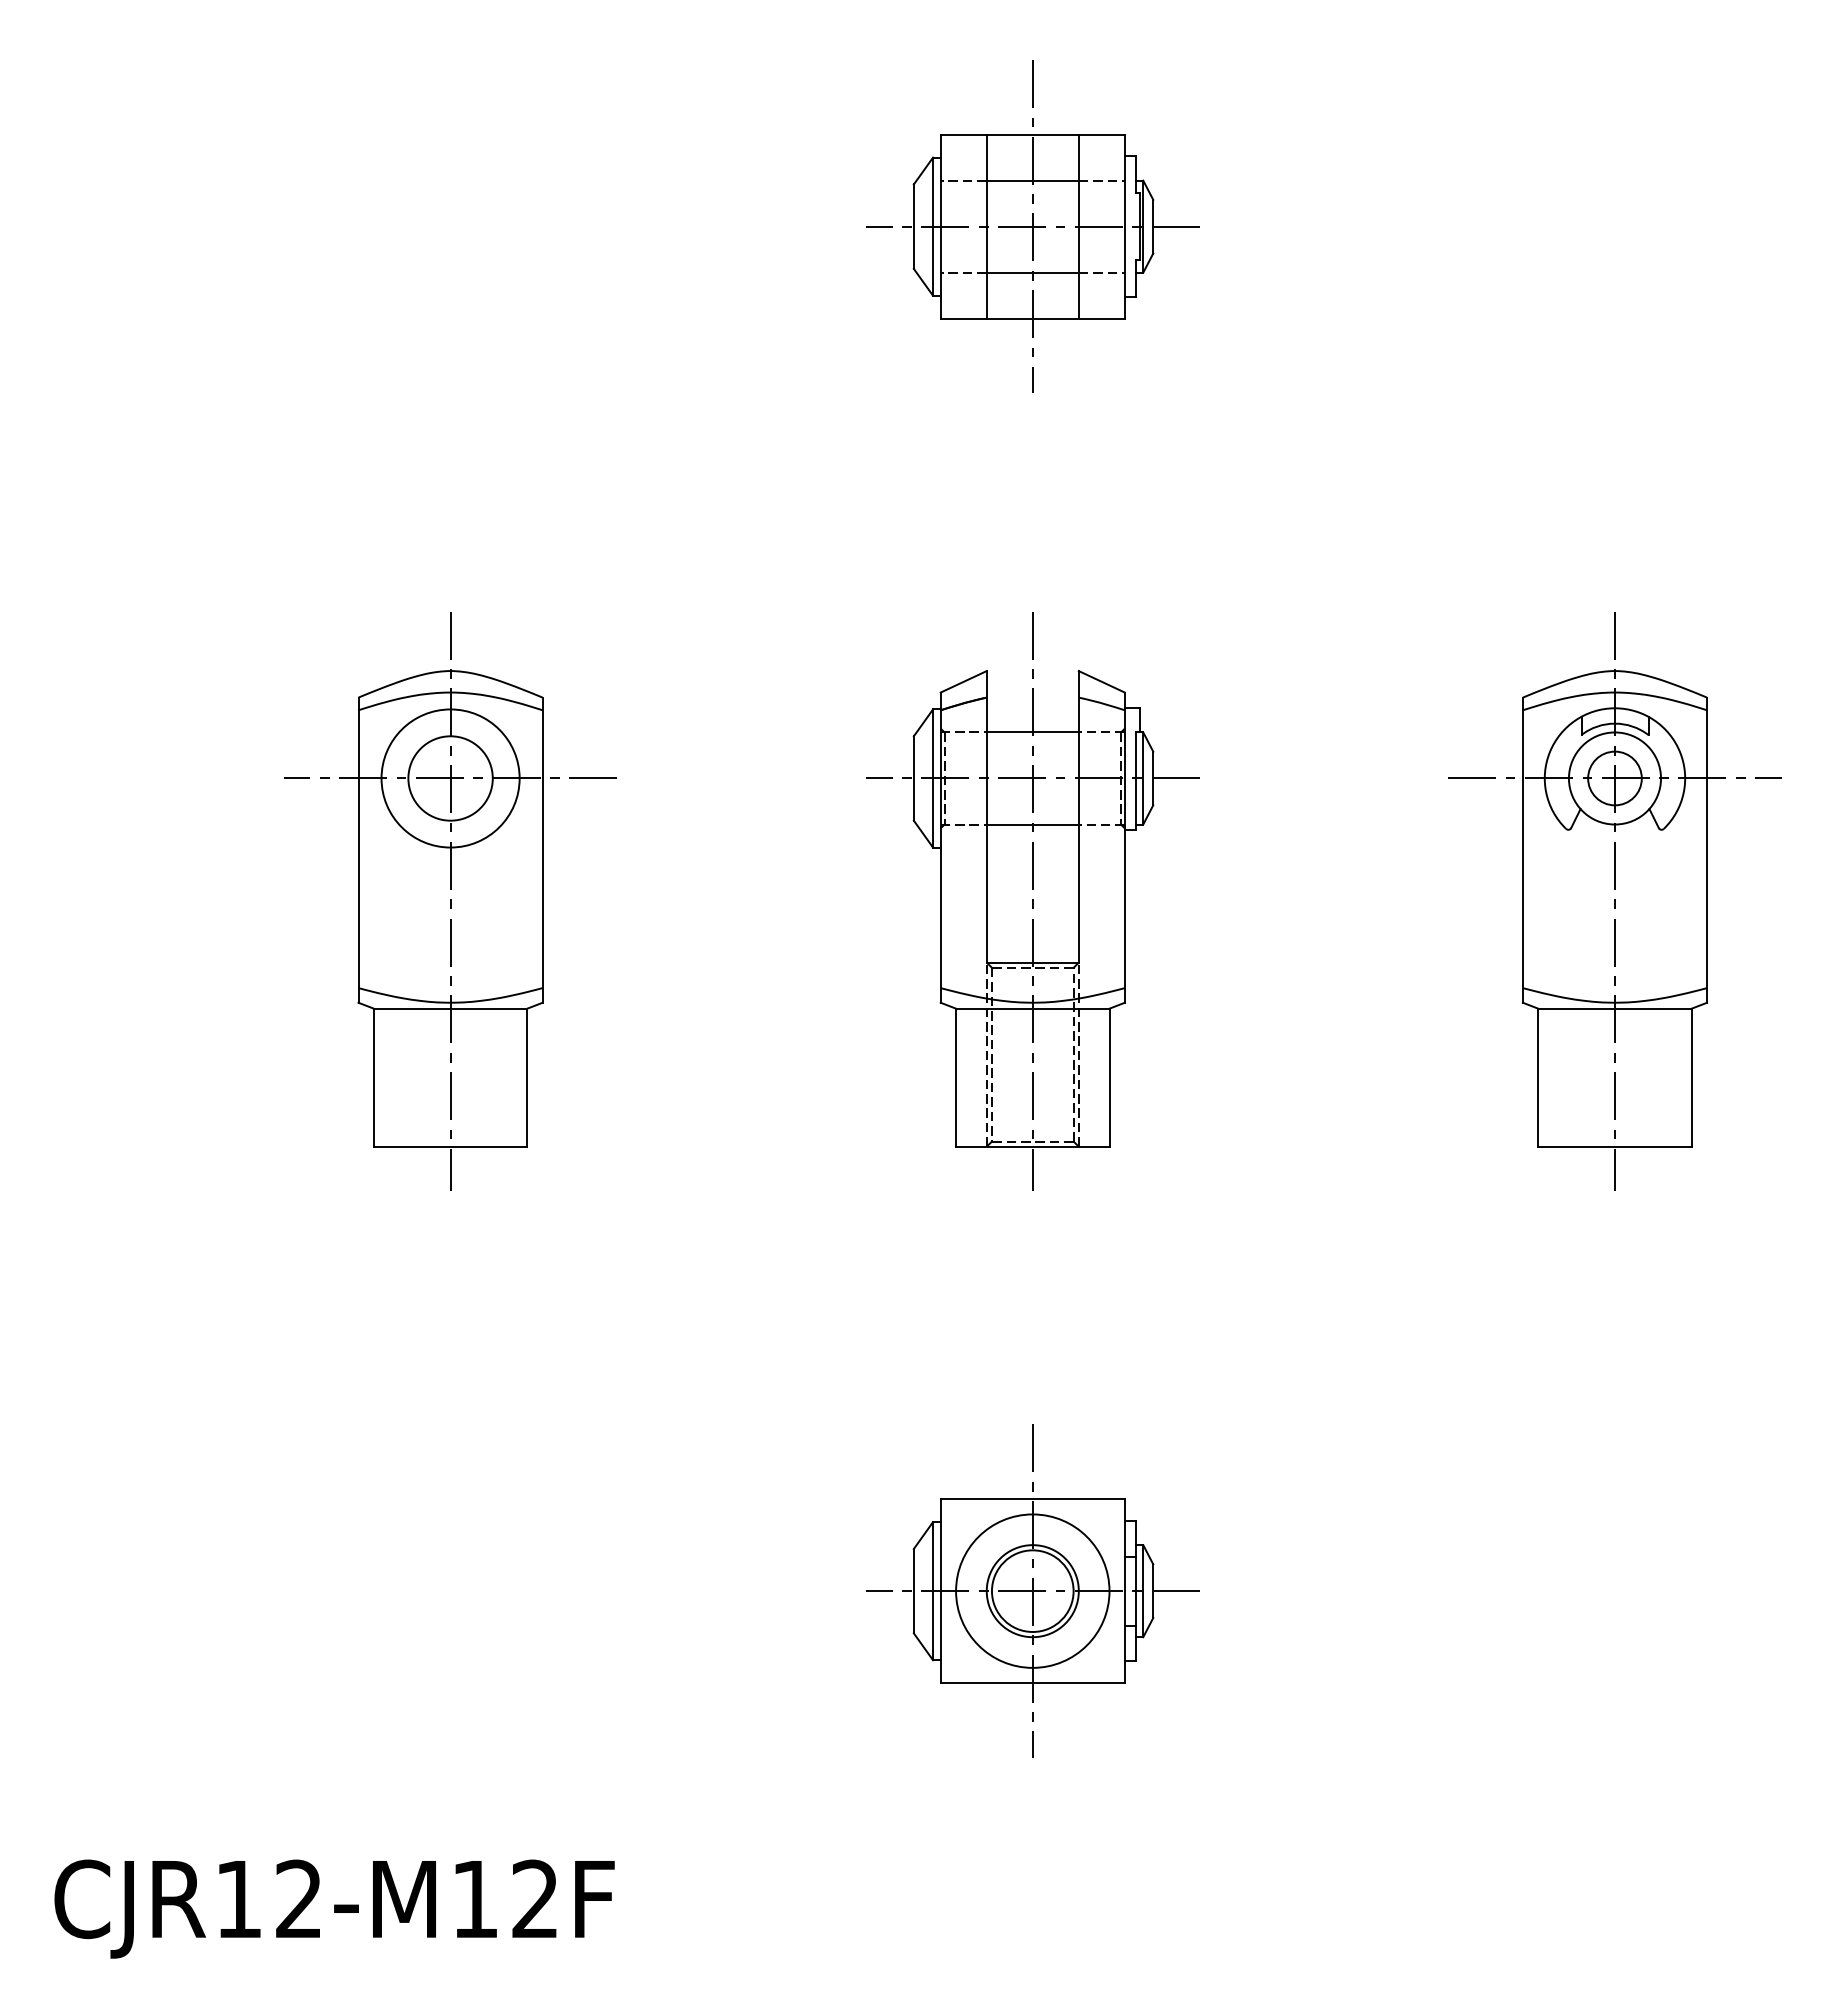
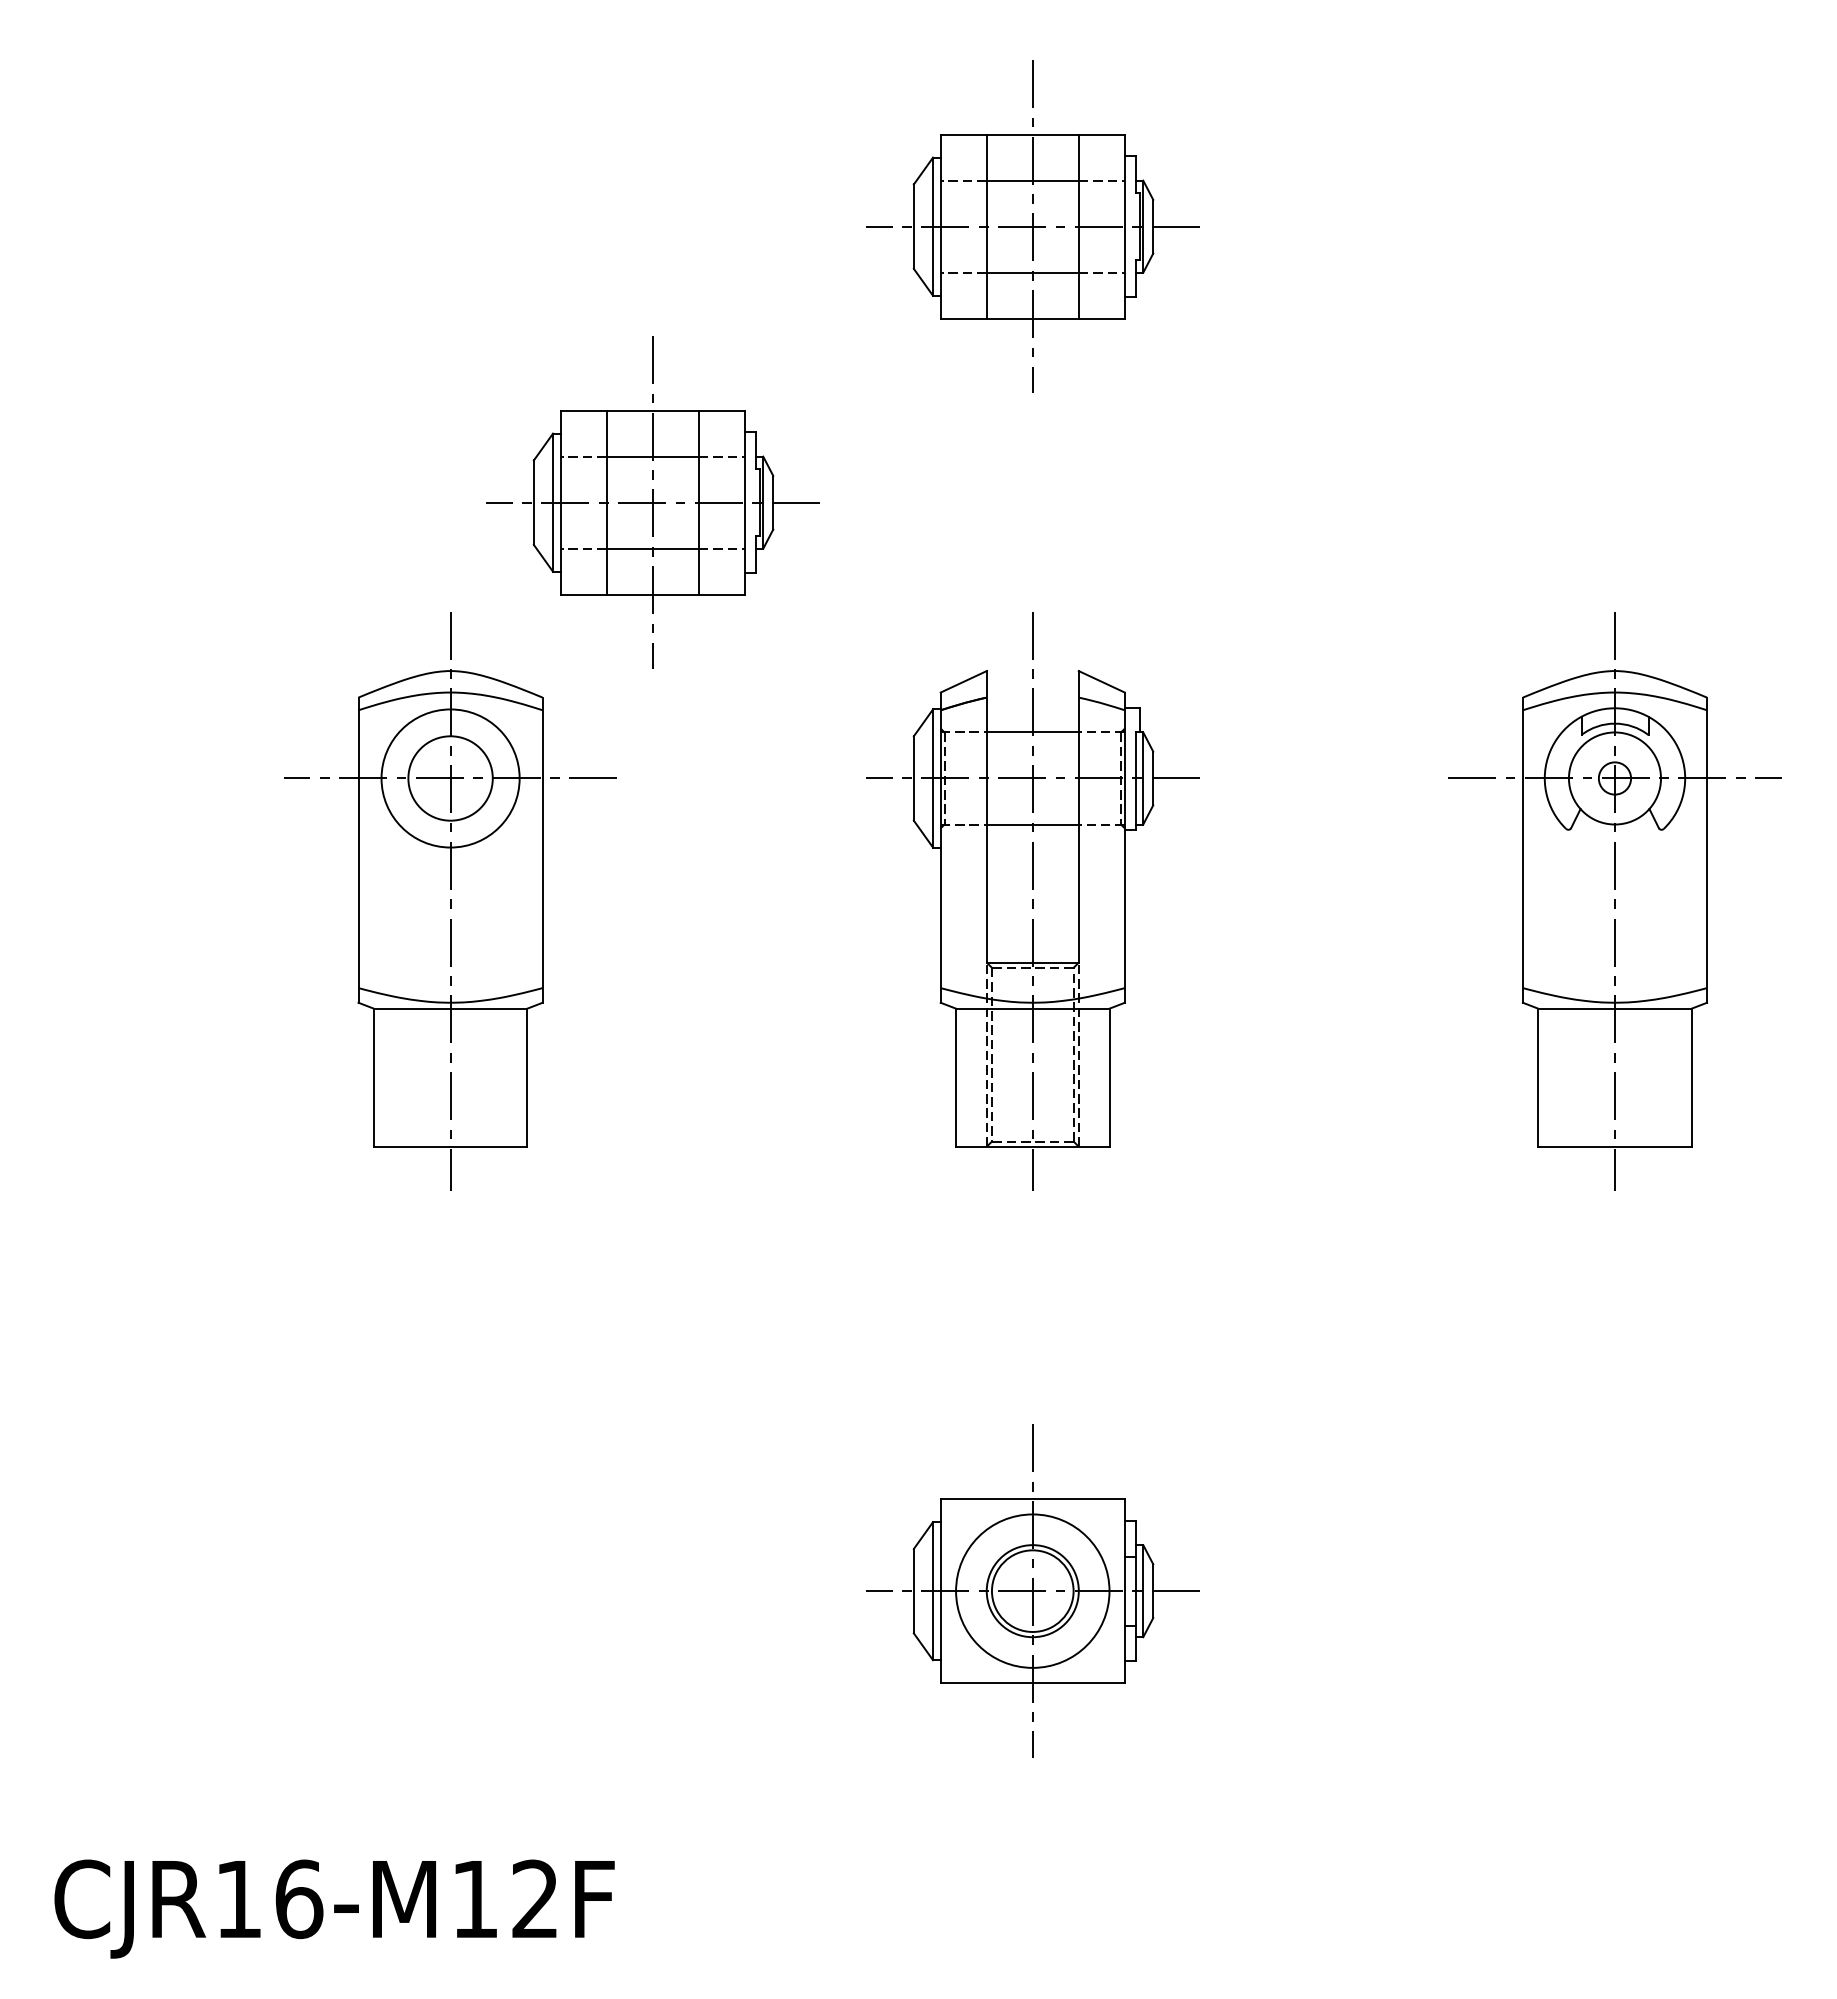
part at (652, 502): none -> present
circle at (1614, 778) diameter: 54 px -> 32 px
text at (299, 1899): CJR12-M12F -> CJR16-M12F
